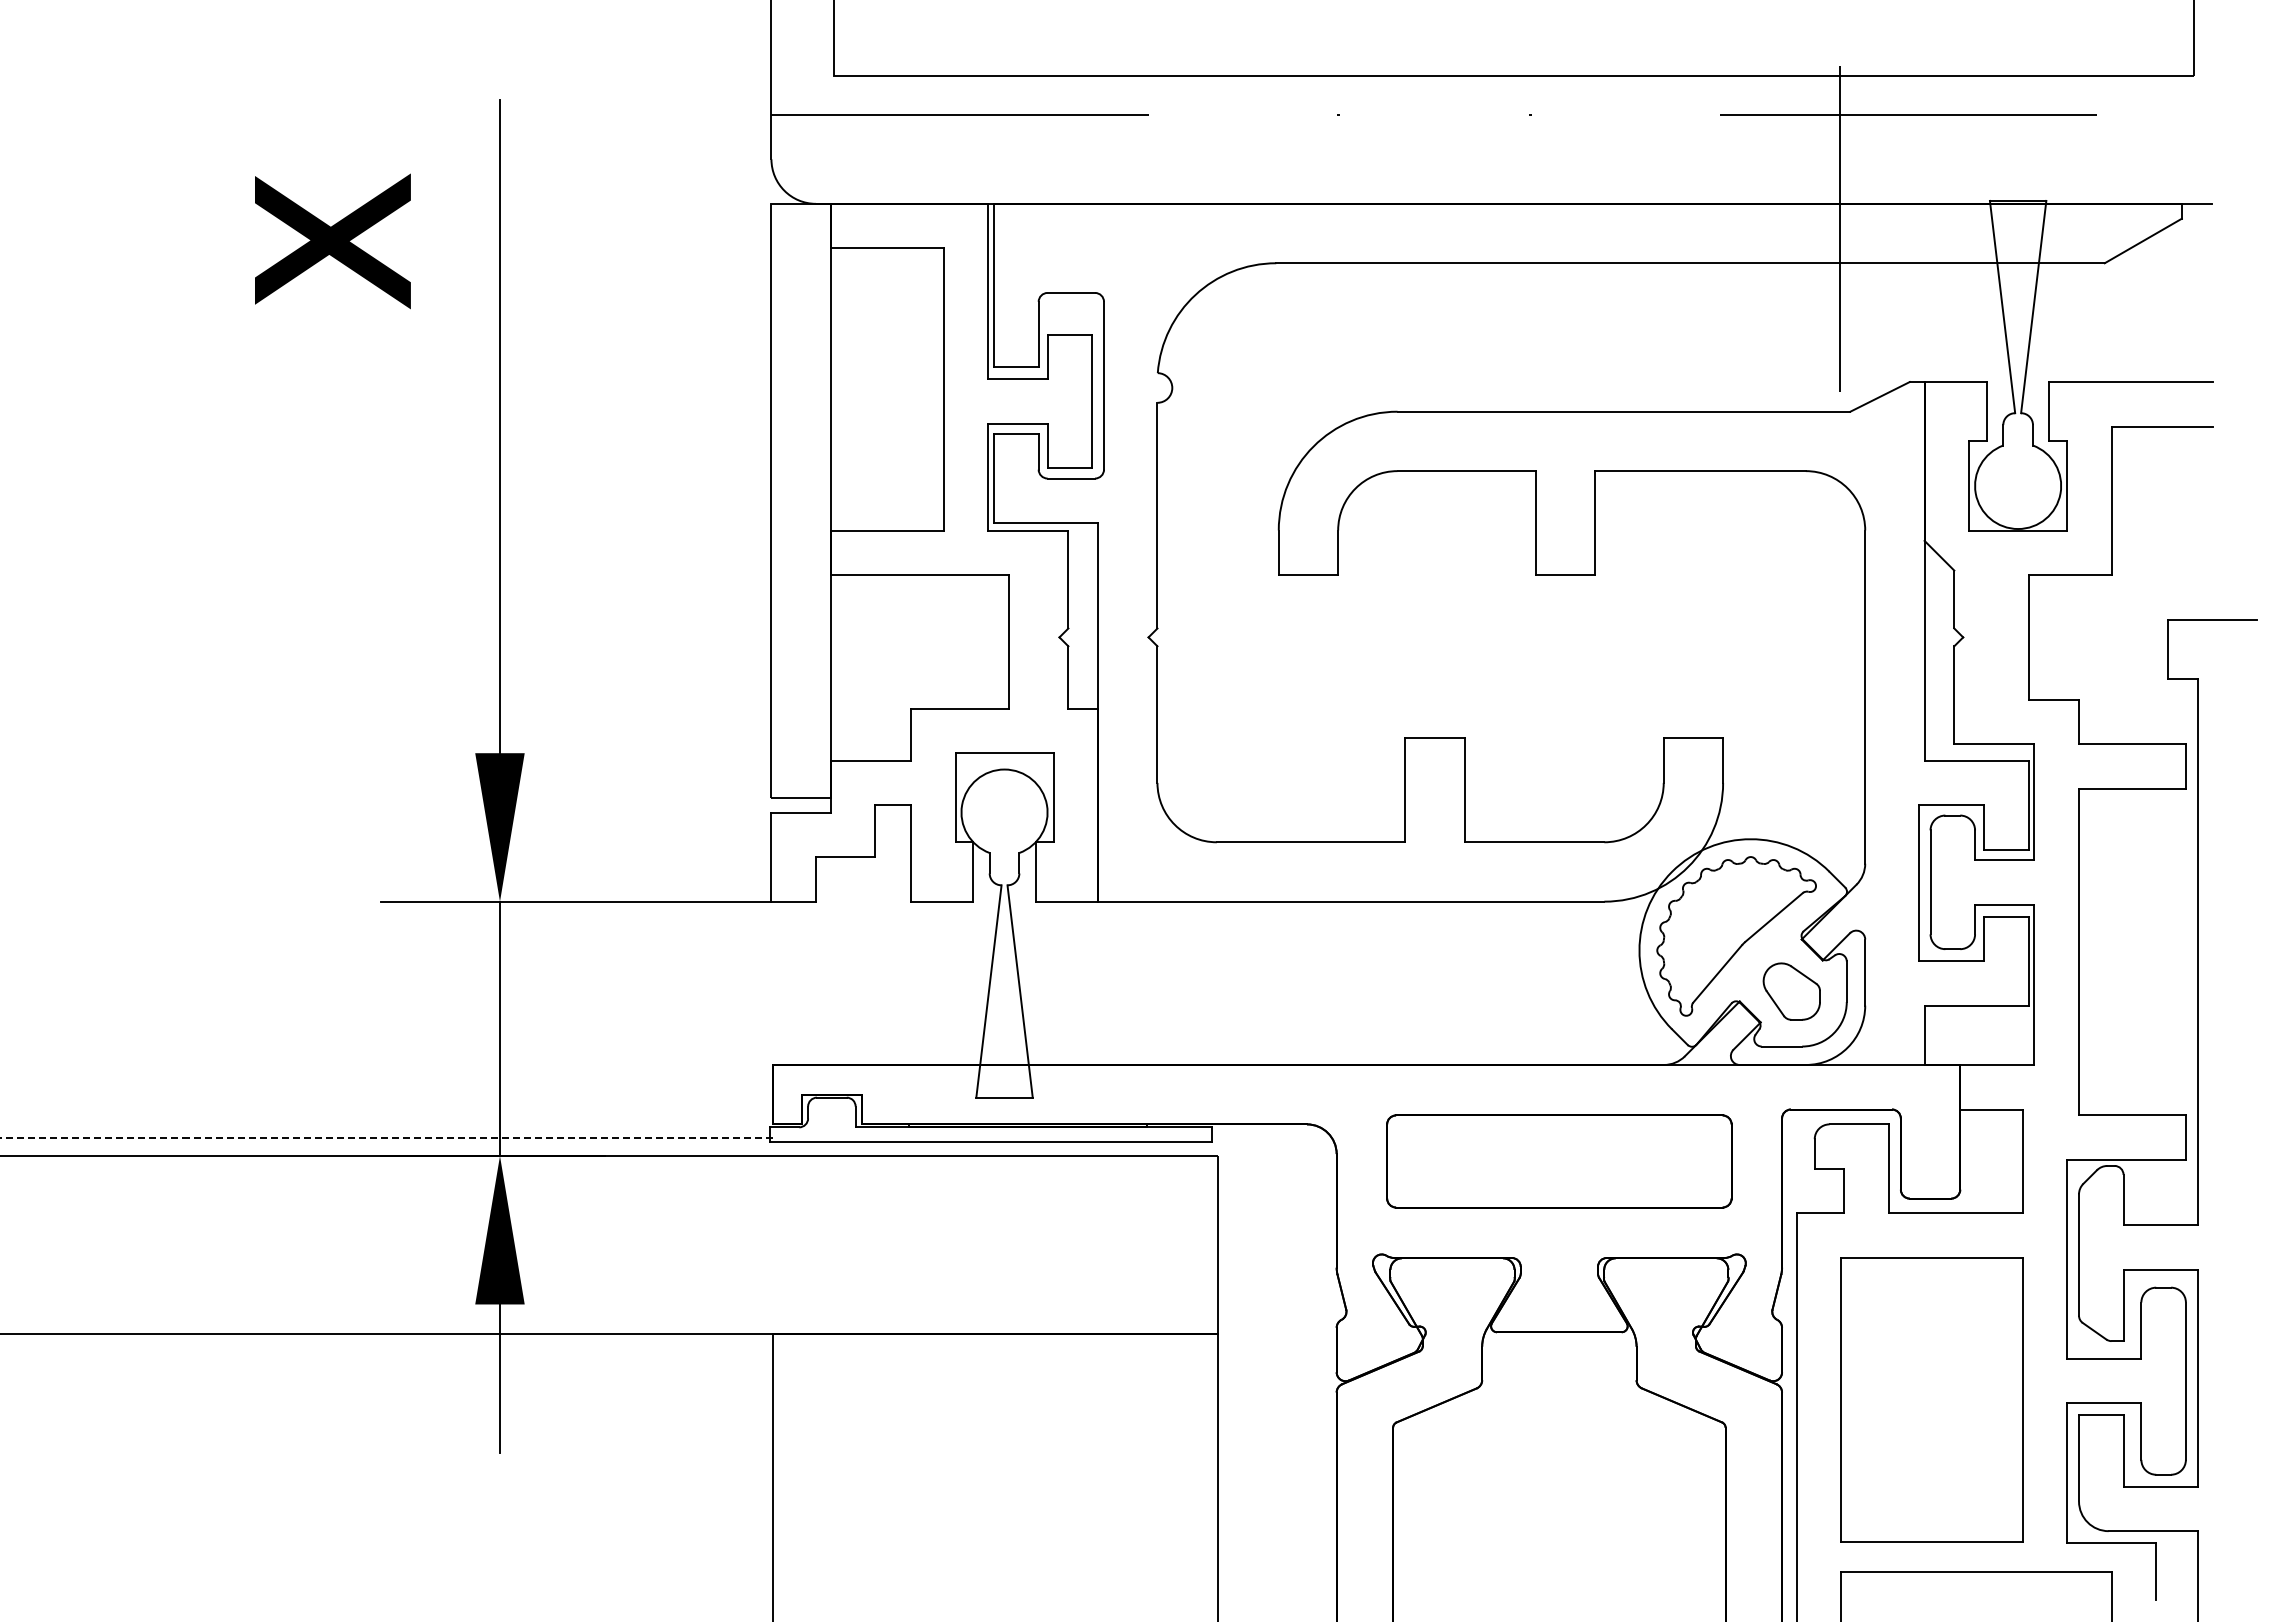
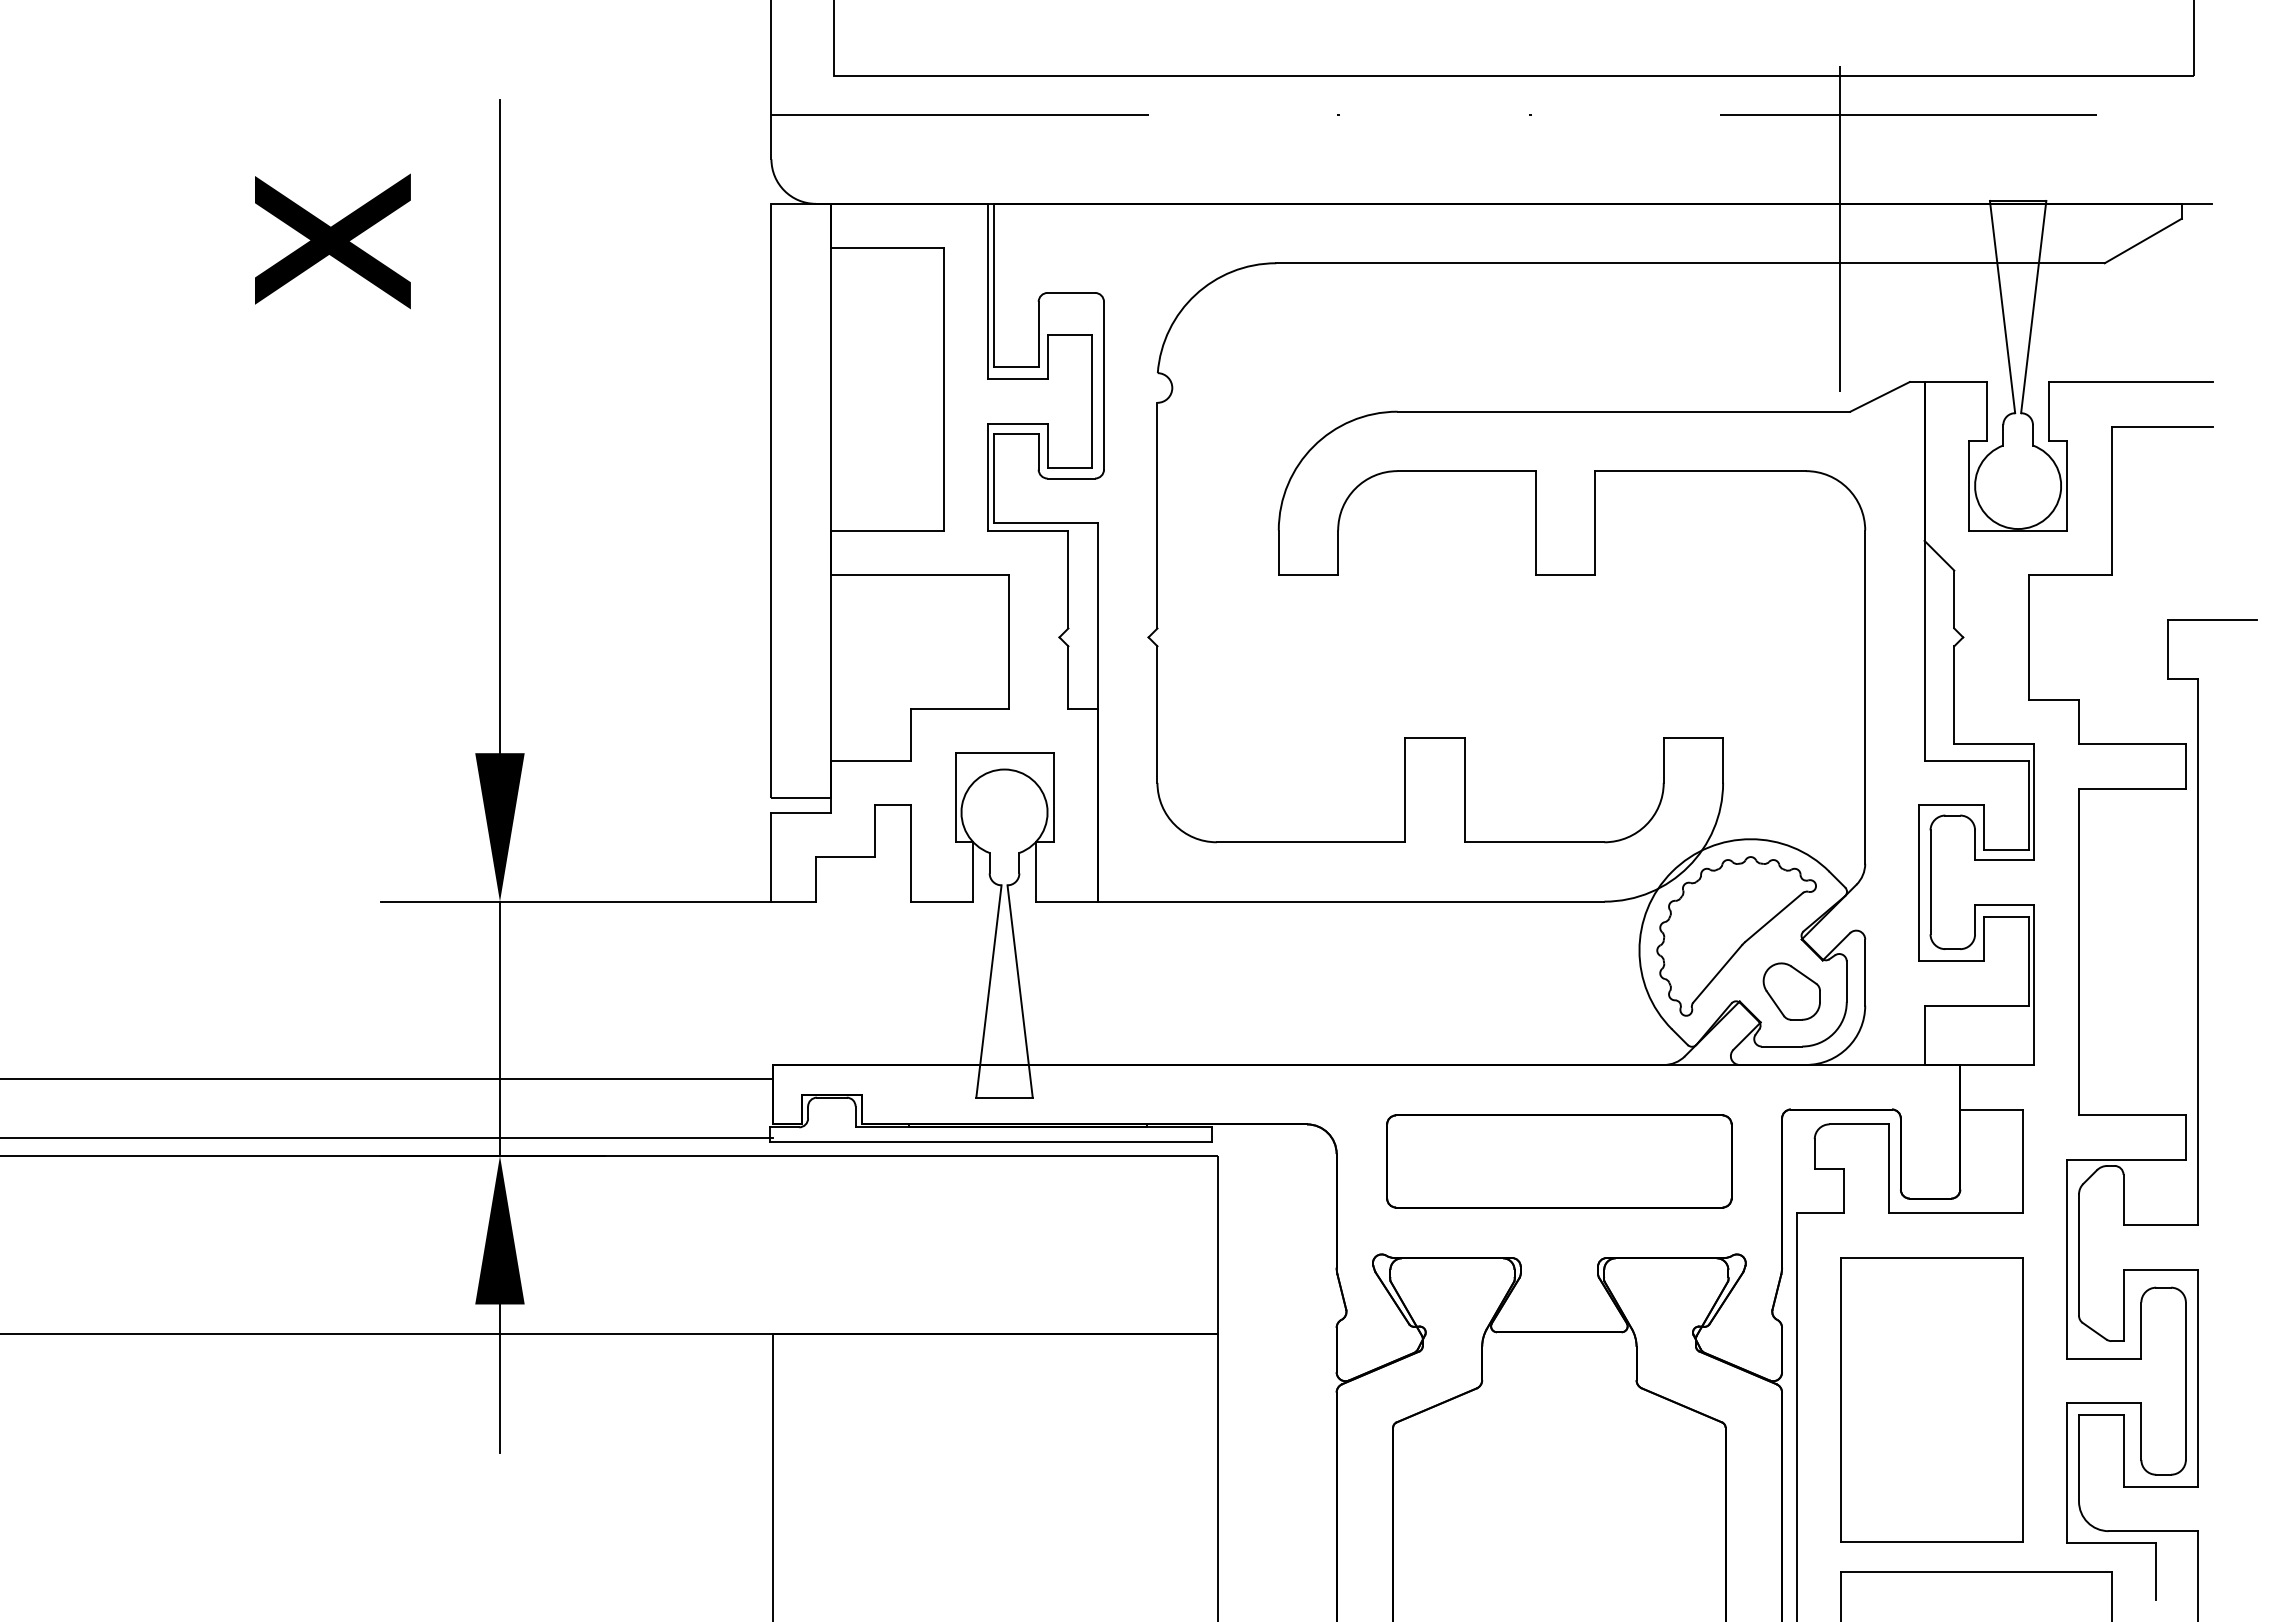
line at (387, 1078): none -> present
line at (386, 1138): dashed -> solid
